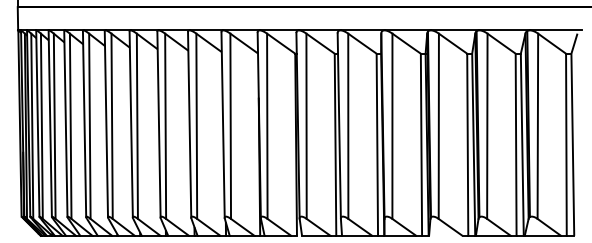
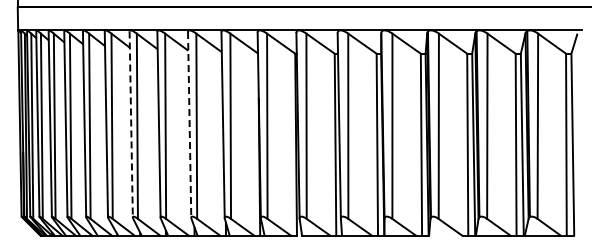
line at (131, 124): solid -> dashed
line at (189, 124): solid -> dashed
